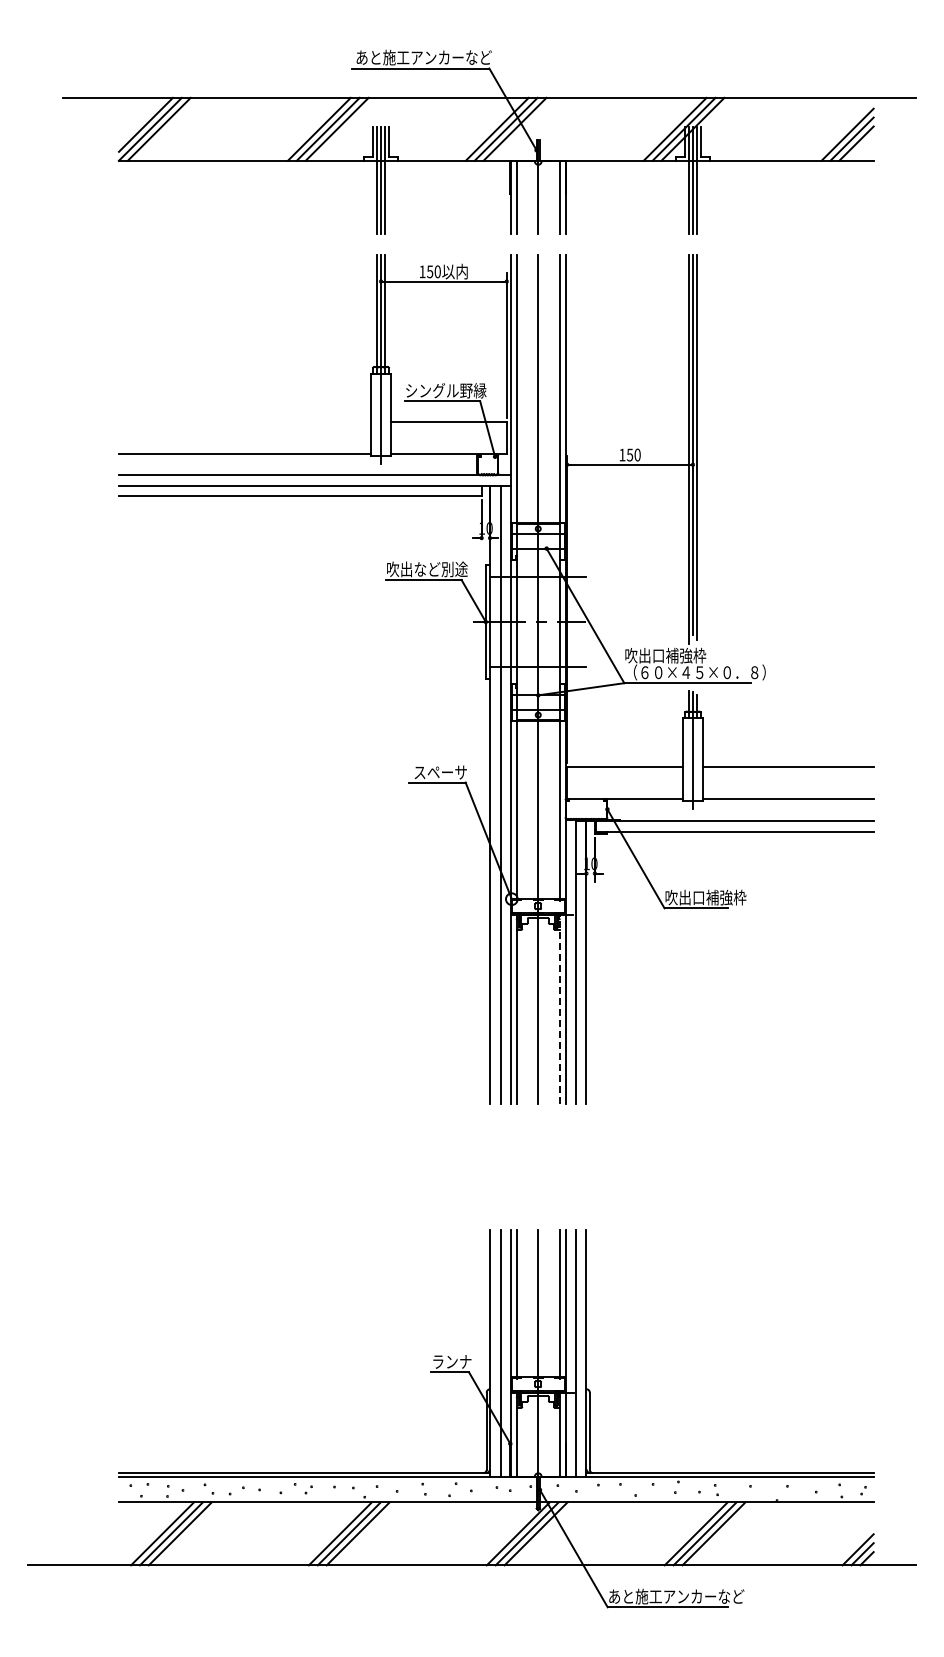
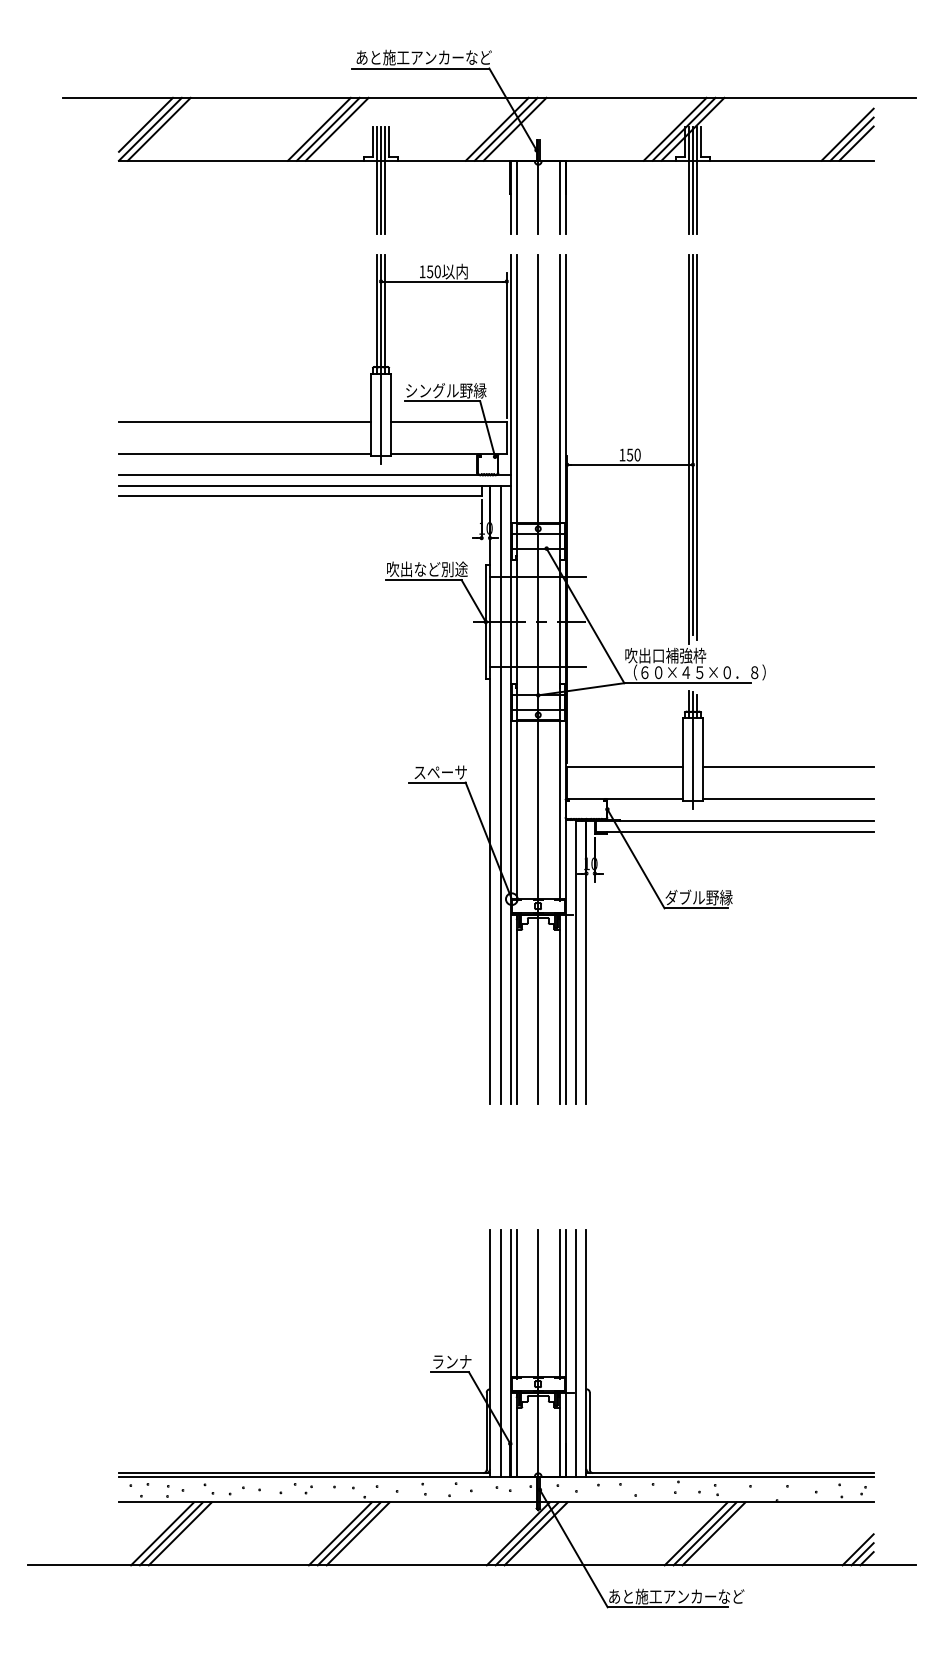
line at (244, 422): none -> present
text at (705, 897): 吹出口補強枠 -> ダブル野縁
line at (559, 1009): dashed -> solid
